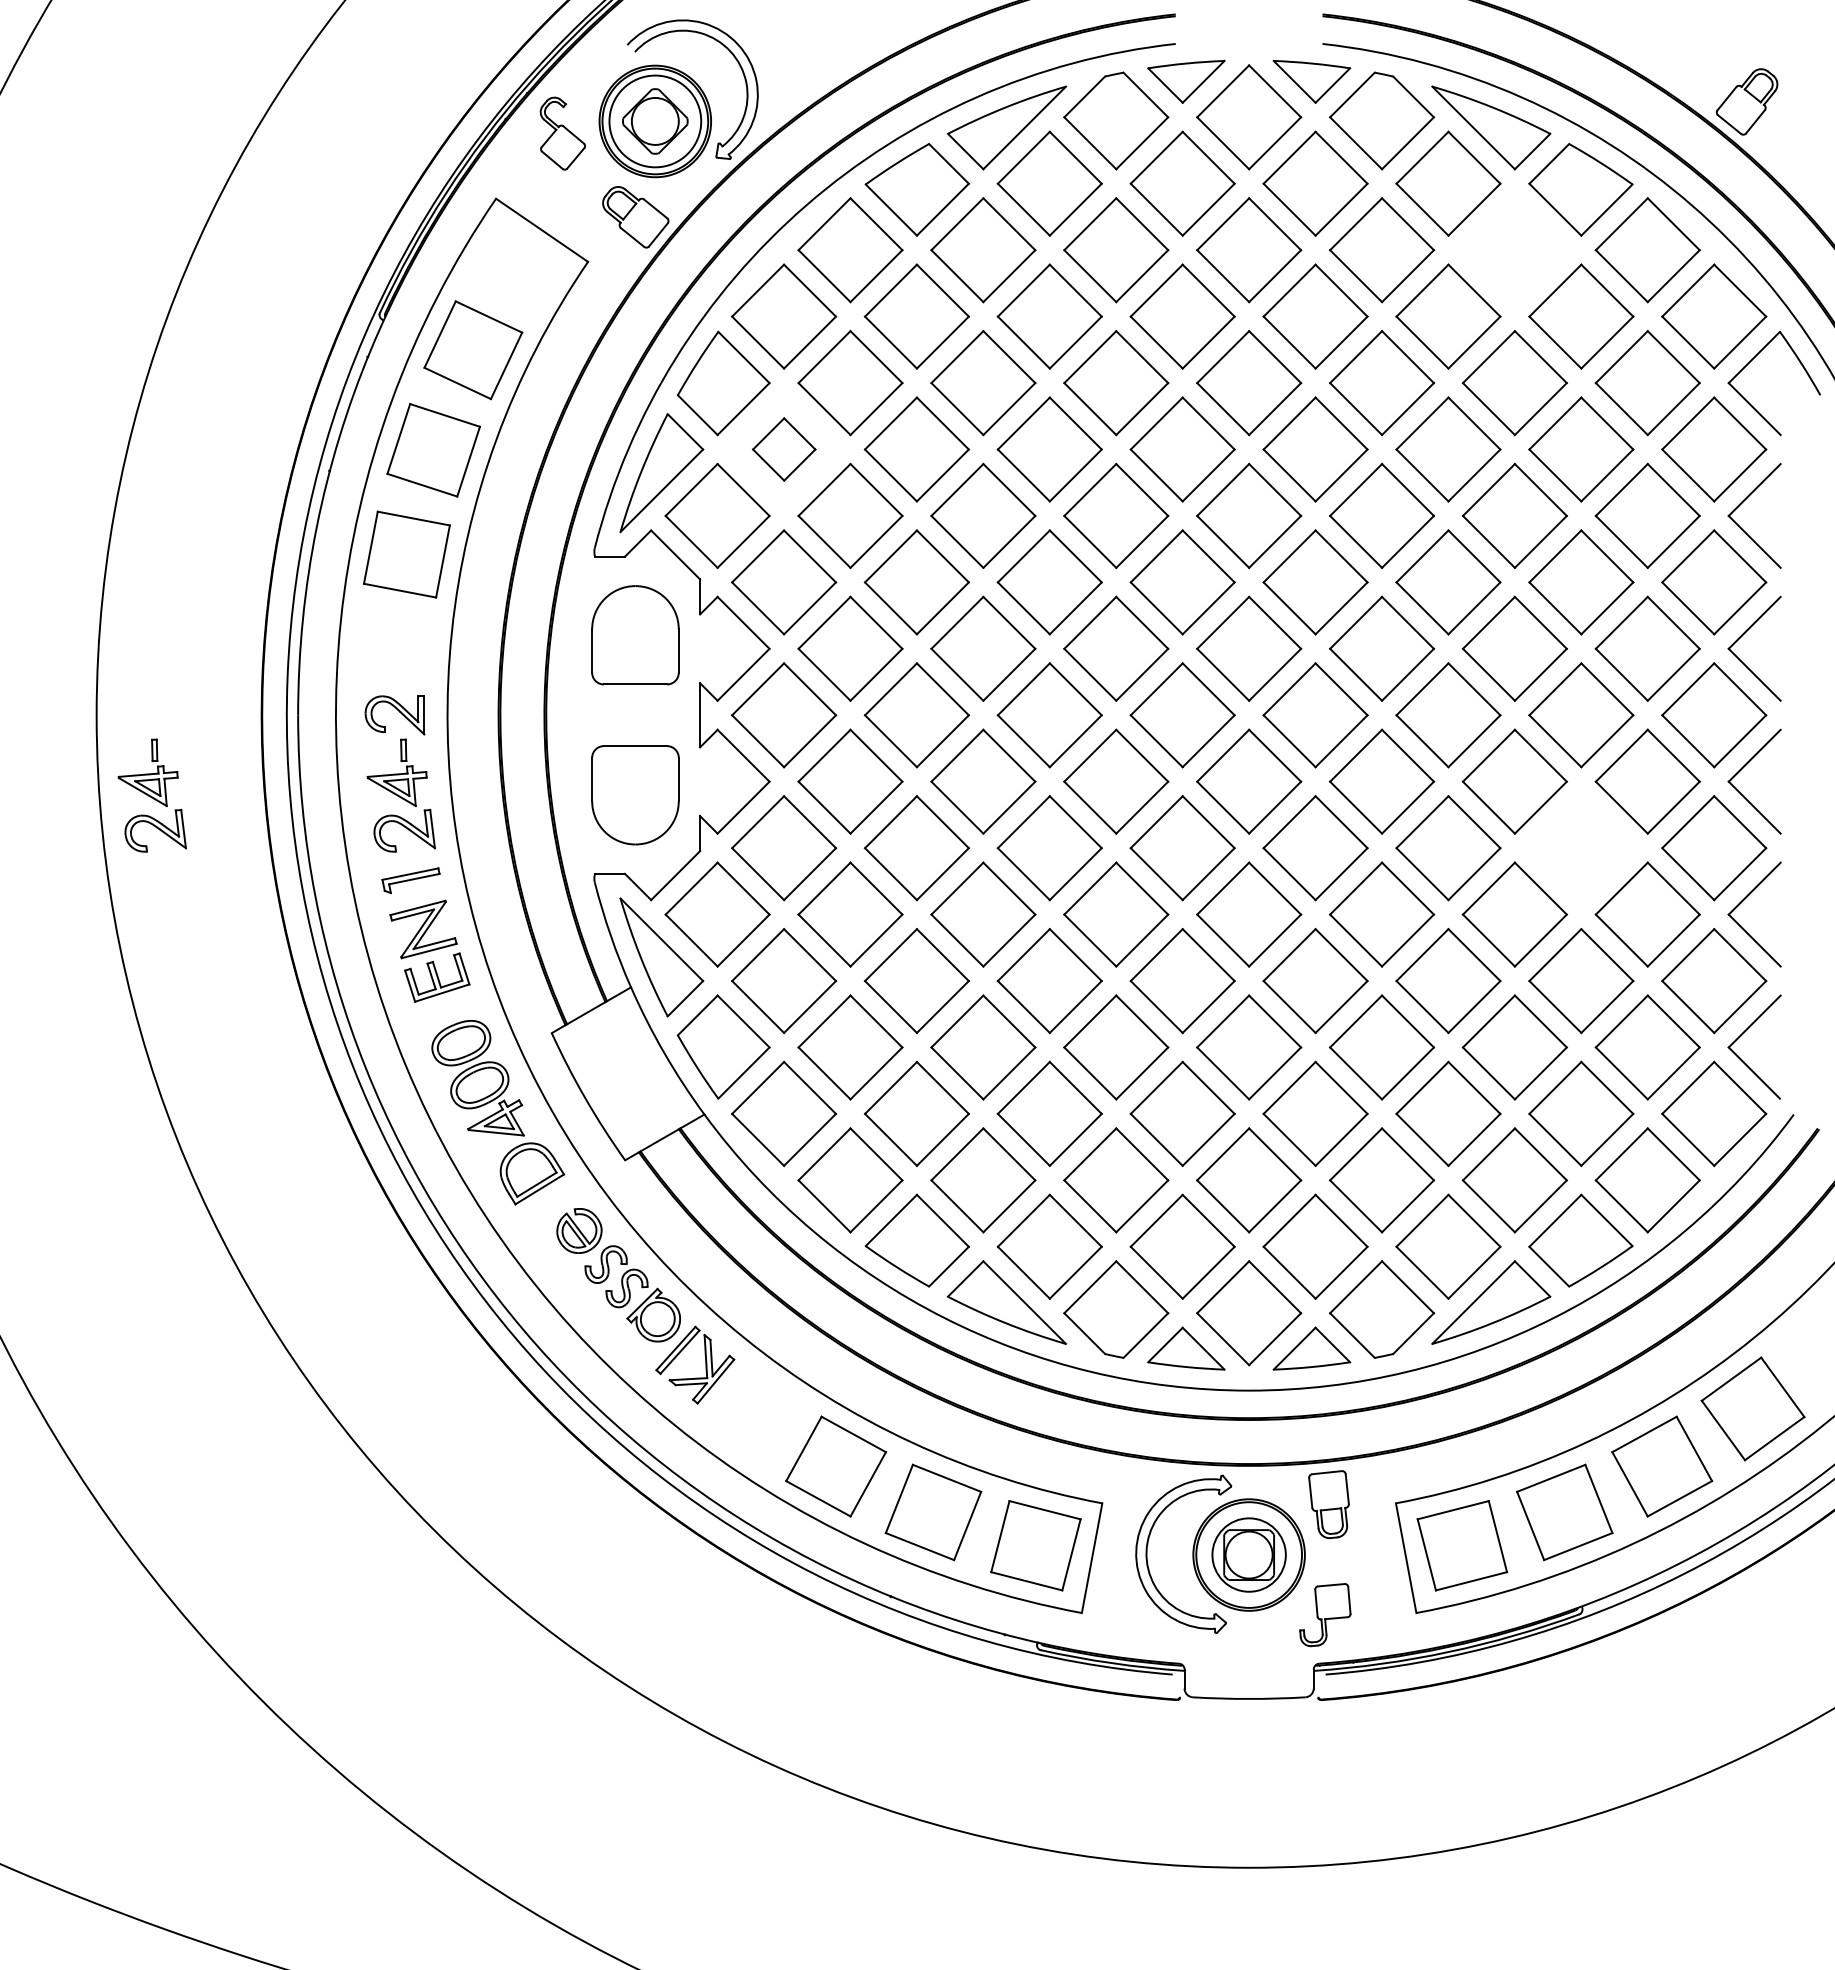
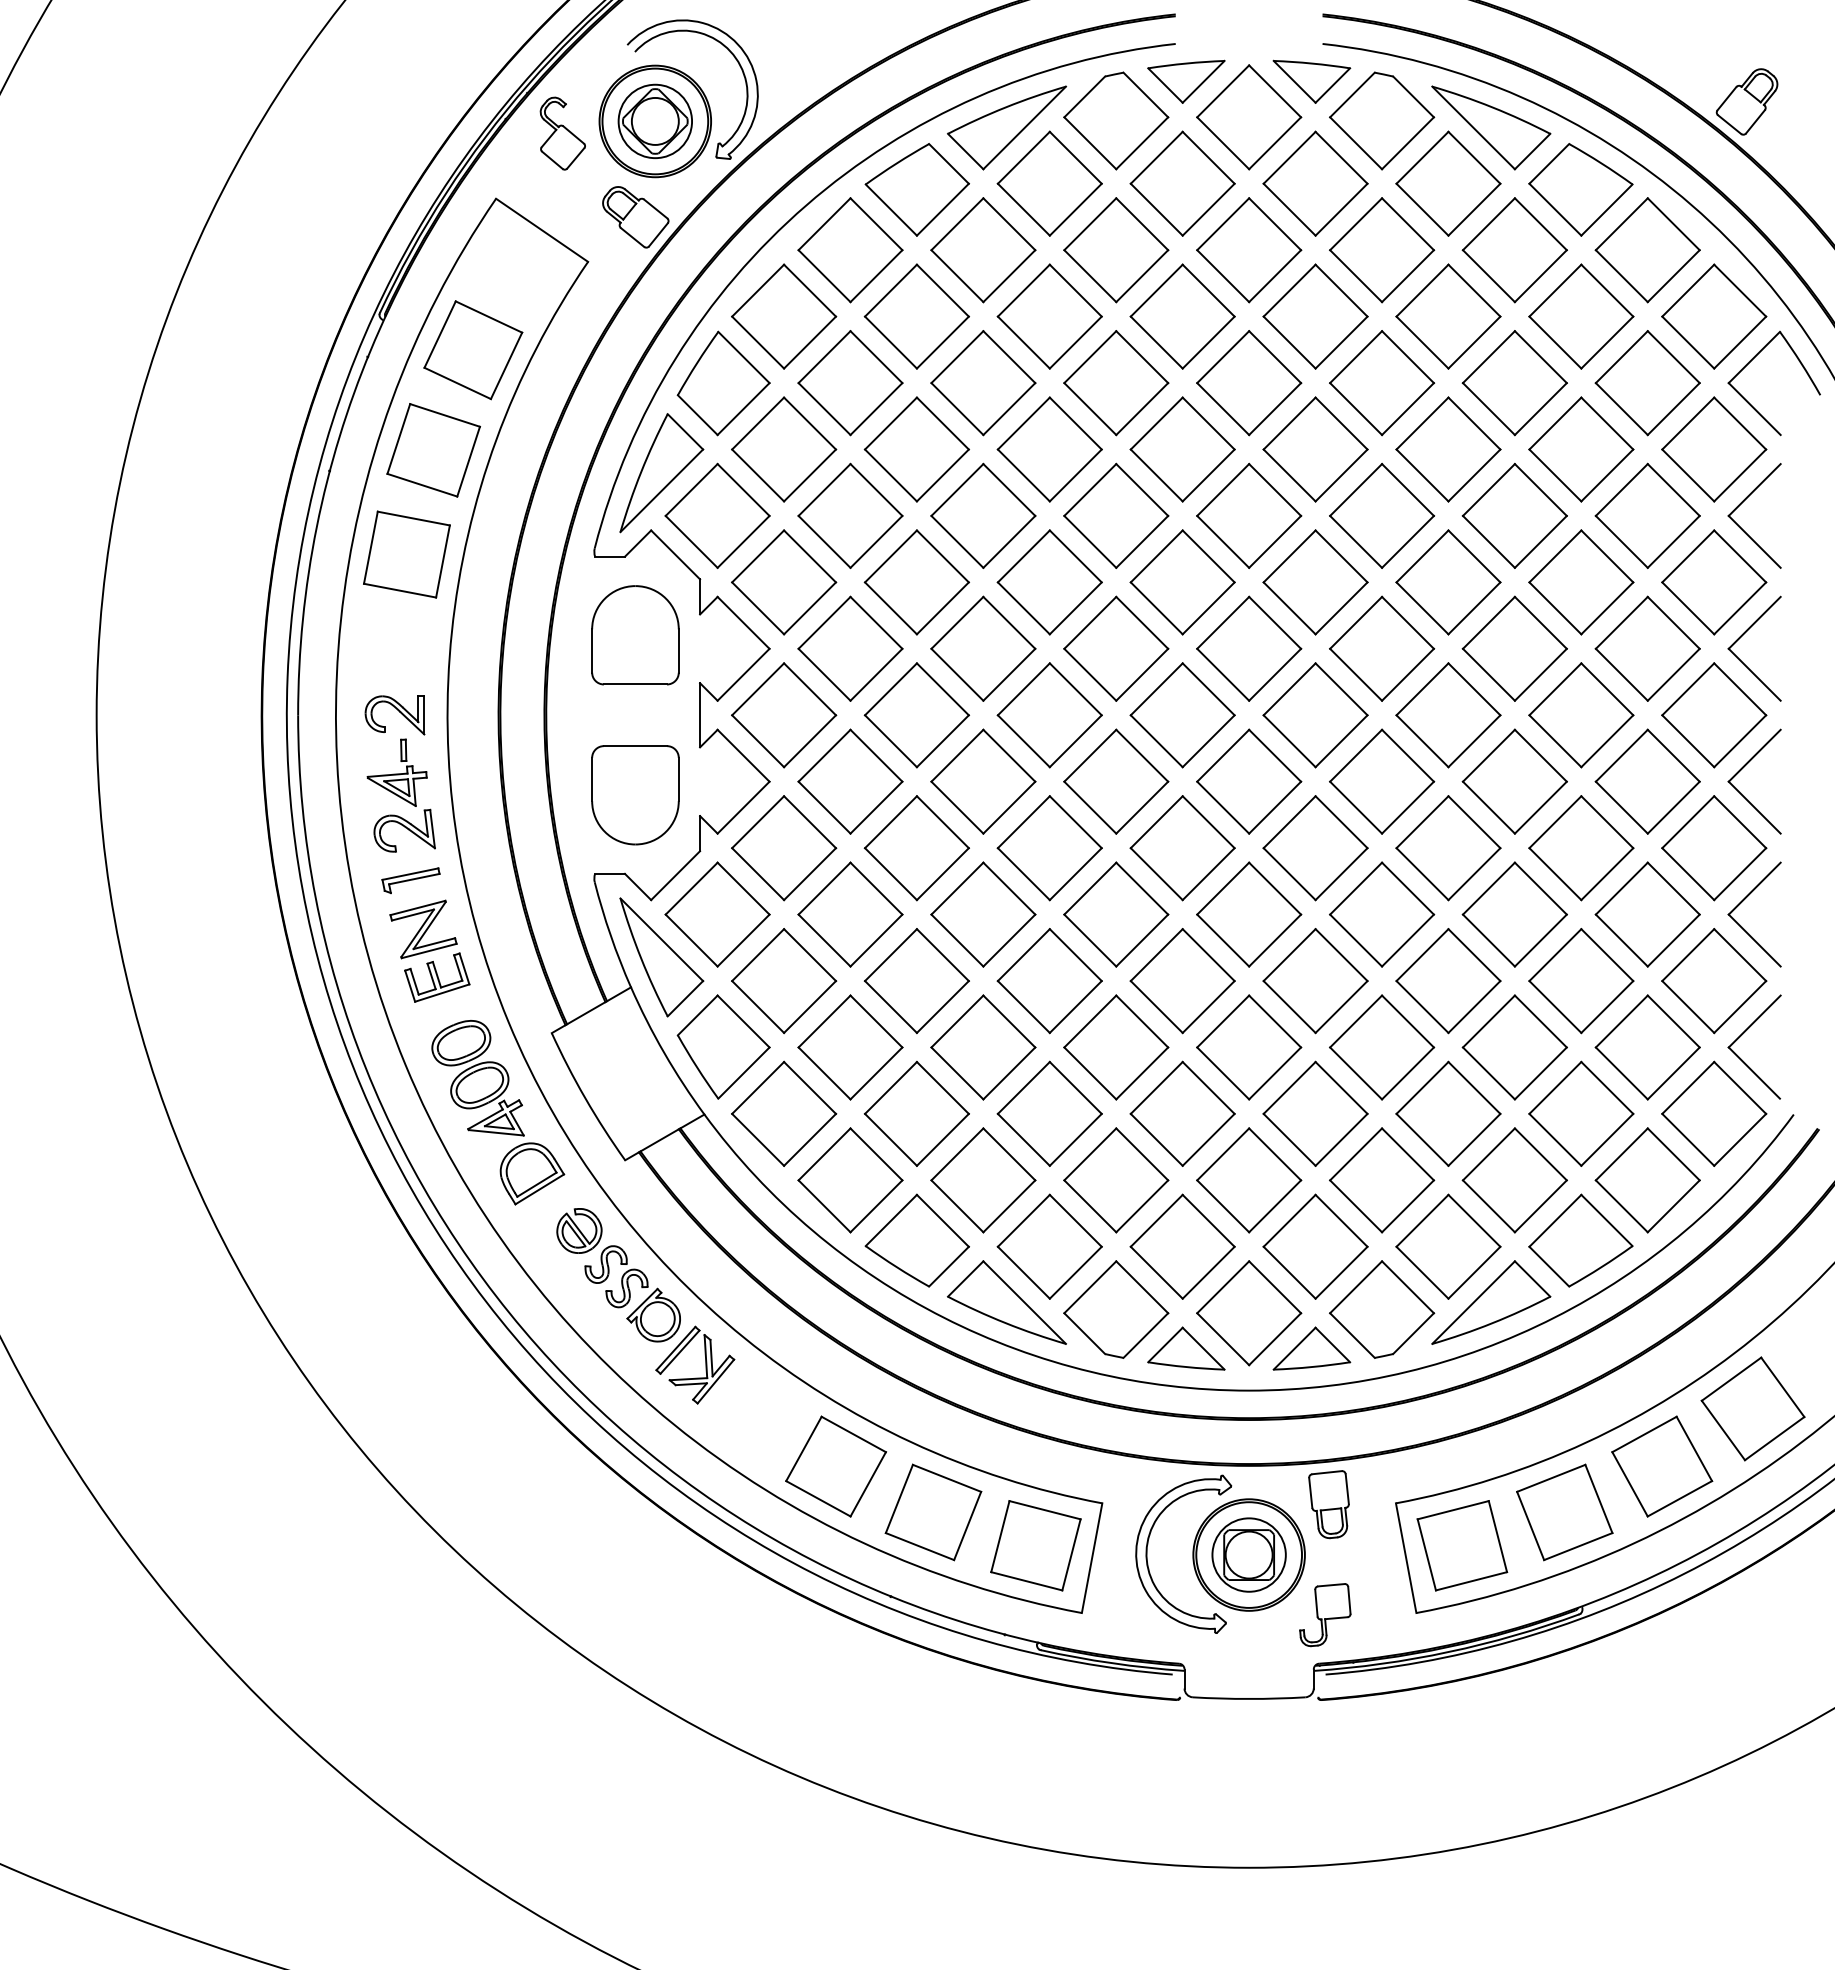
circle at (655, 121) diameter: 92 px -> 73 px
part at (1514, 250): none -> present
part at (783, 449) size: 66x65 px -> 107x107 px
part at (151, 795): present -> none
part at (1581, 848): none -> present
